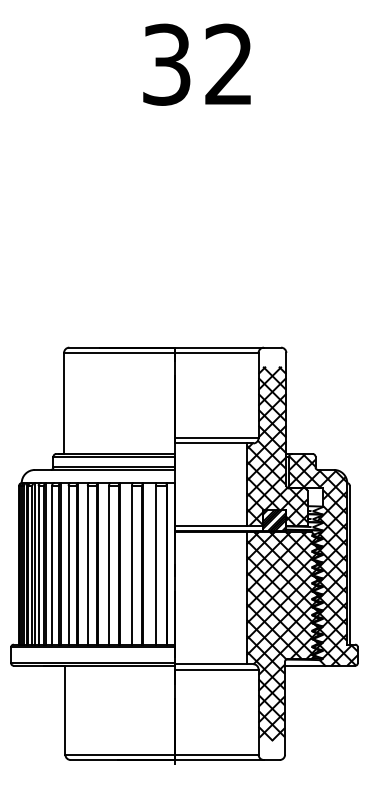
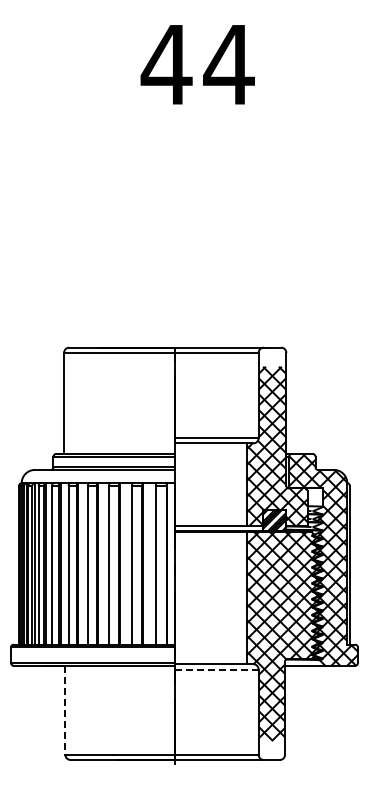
text at (197, 64): 32 -> 44
line at (216, 669): solid -> dashed
line at (65, 710): solid -> dashed
